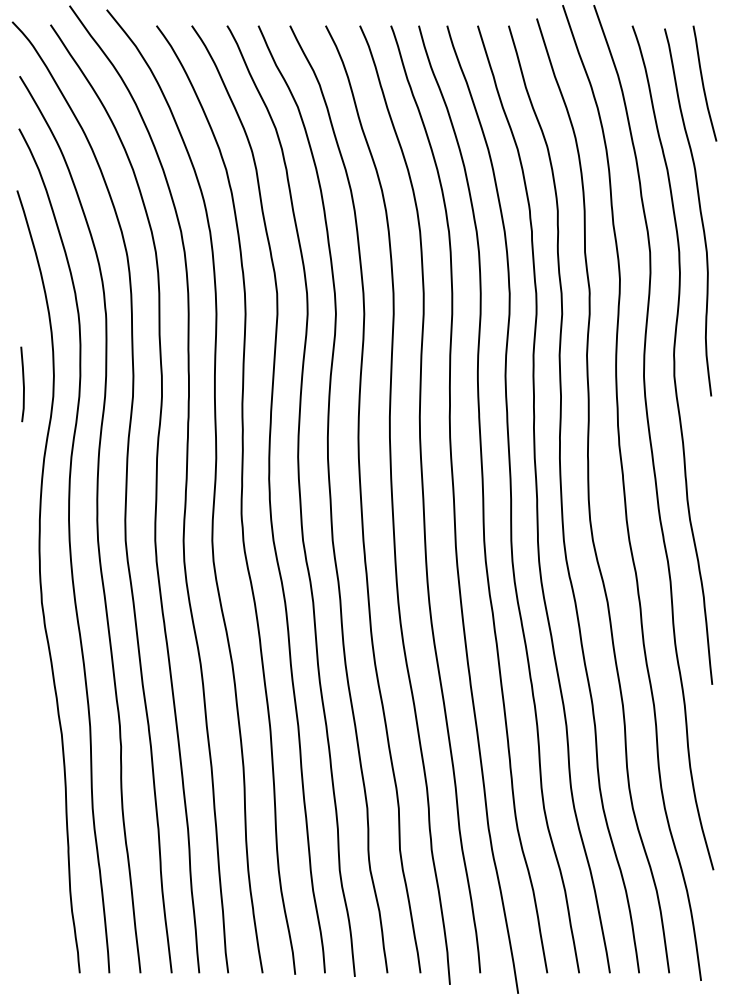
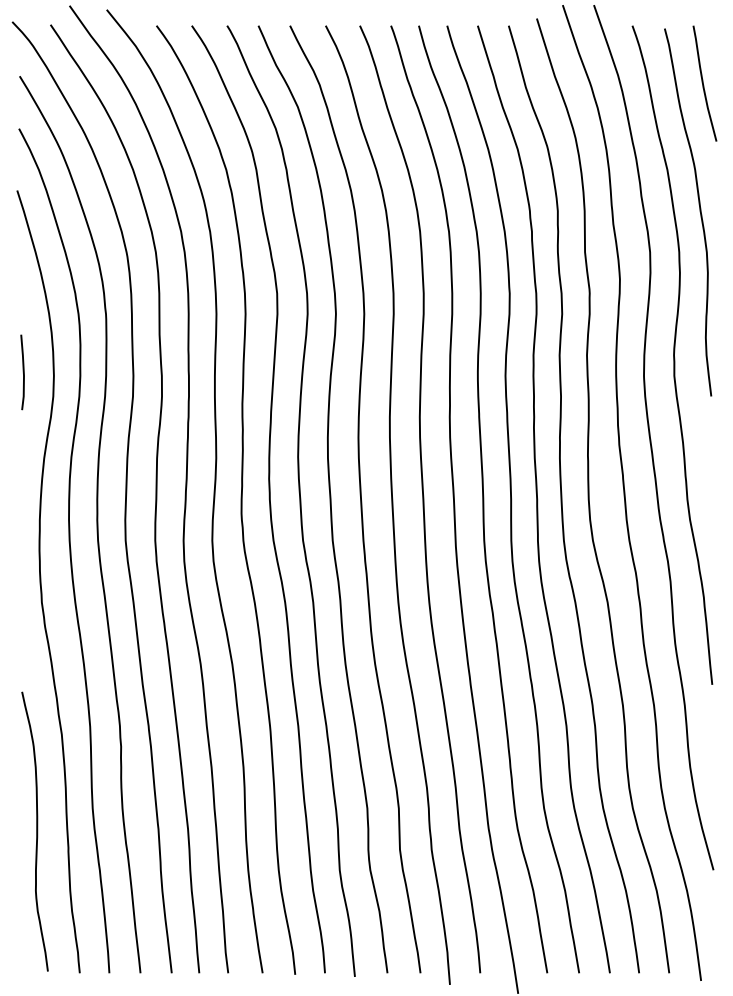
line at (22, 384) position: (22, 384) -> (22, 372)
curve at (36, 831): none -> present
